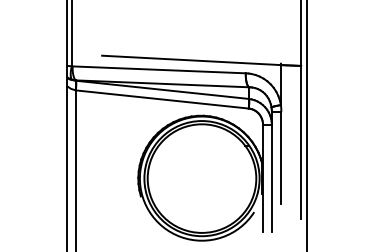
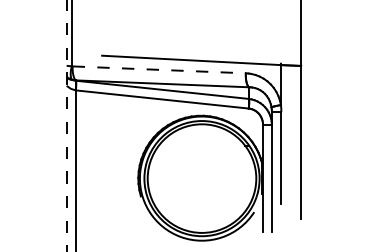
line at (159, 69): solid -> dashed
line at (66, 125): solid -> dashed
line at (307, 125): present -> none
